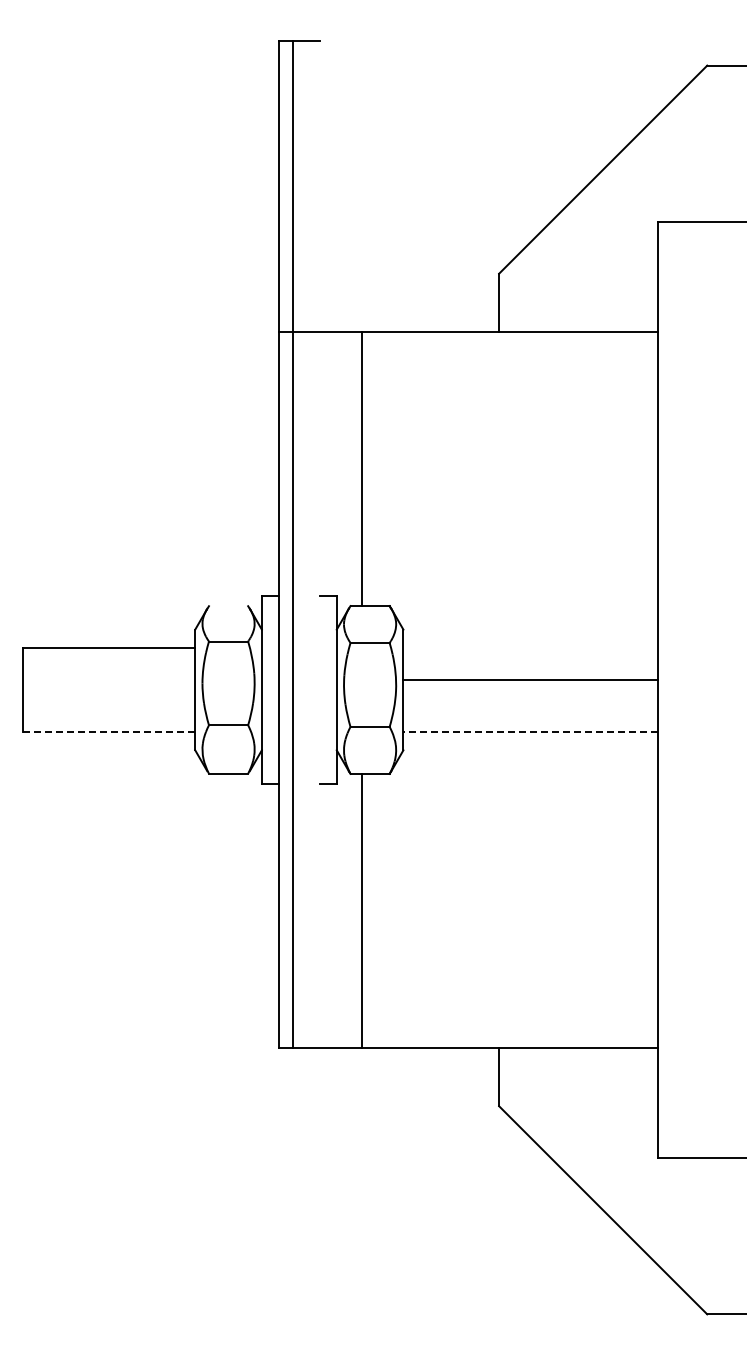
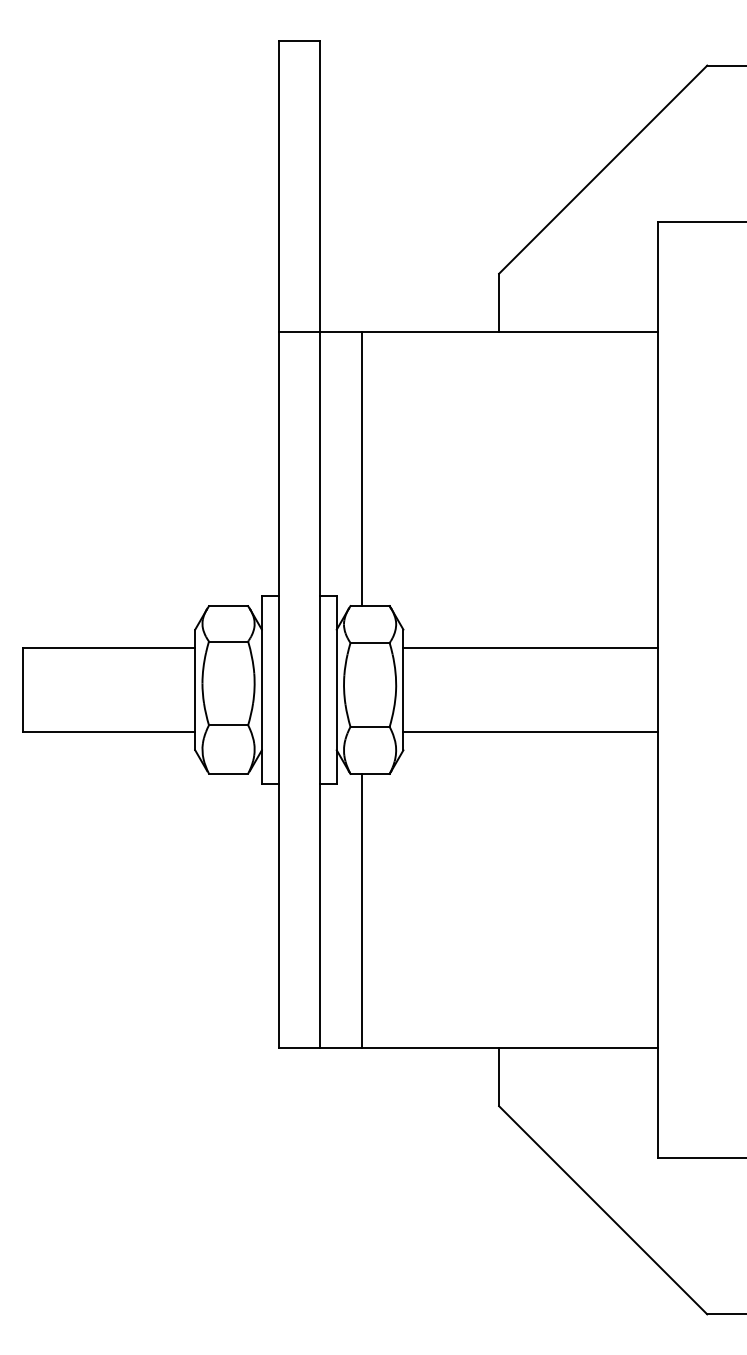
line at (293, 543) position: (293, 543) -> (320, 543)
line at (228, 606): none -> present
line at (530, 680) position: (530, 680) -> (530, 648)
line at (108, 731): dashed -> solid
line at (529, 731): dashed -> solid
